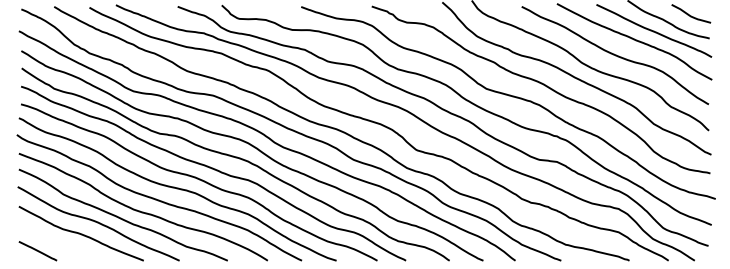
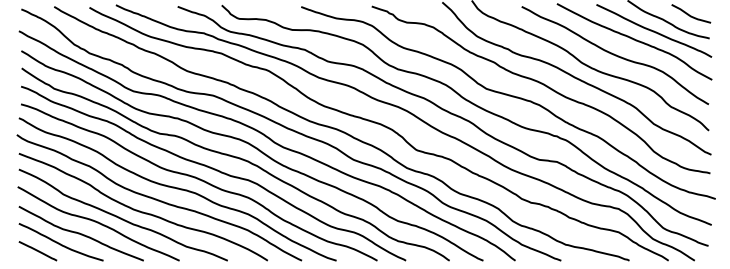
curve at (59, 242): none -> present
